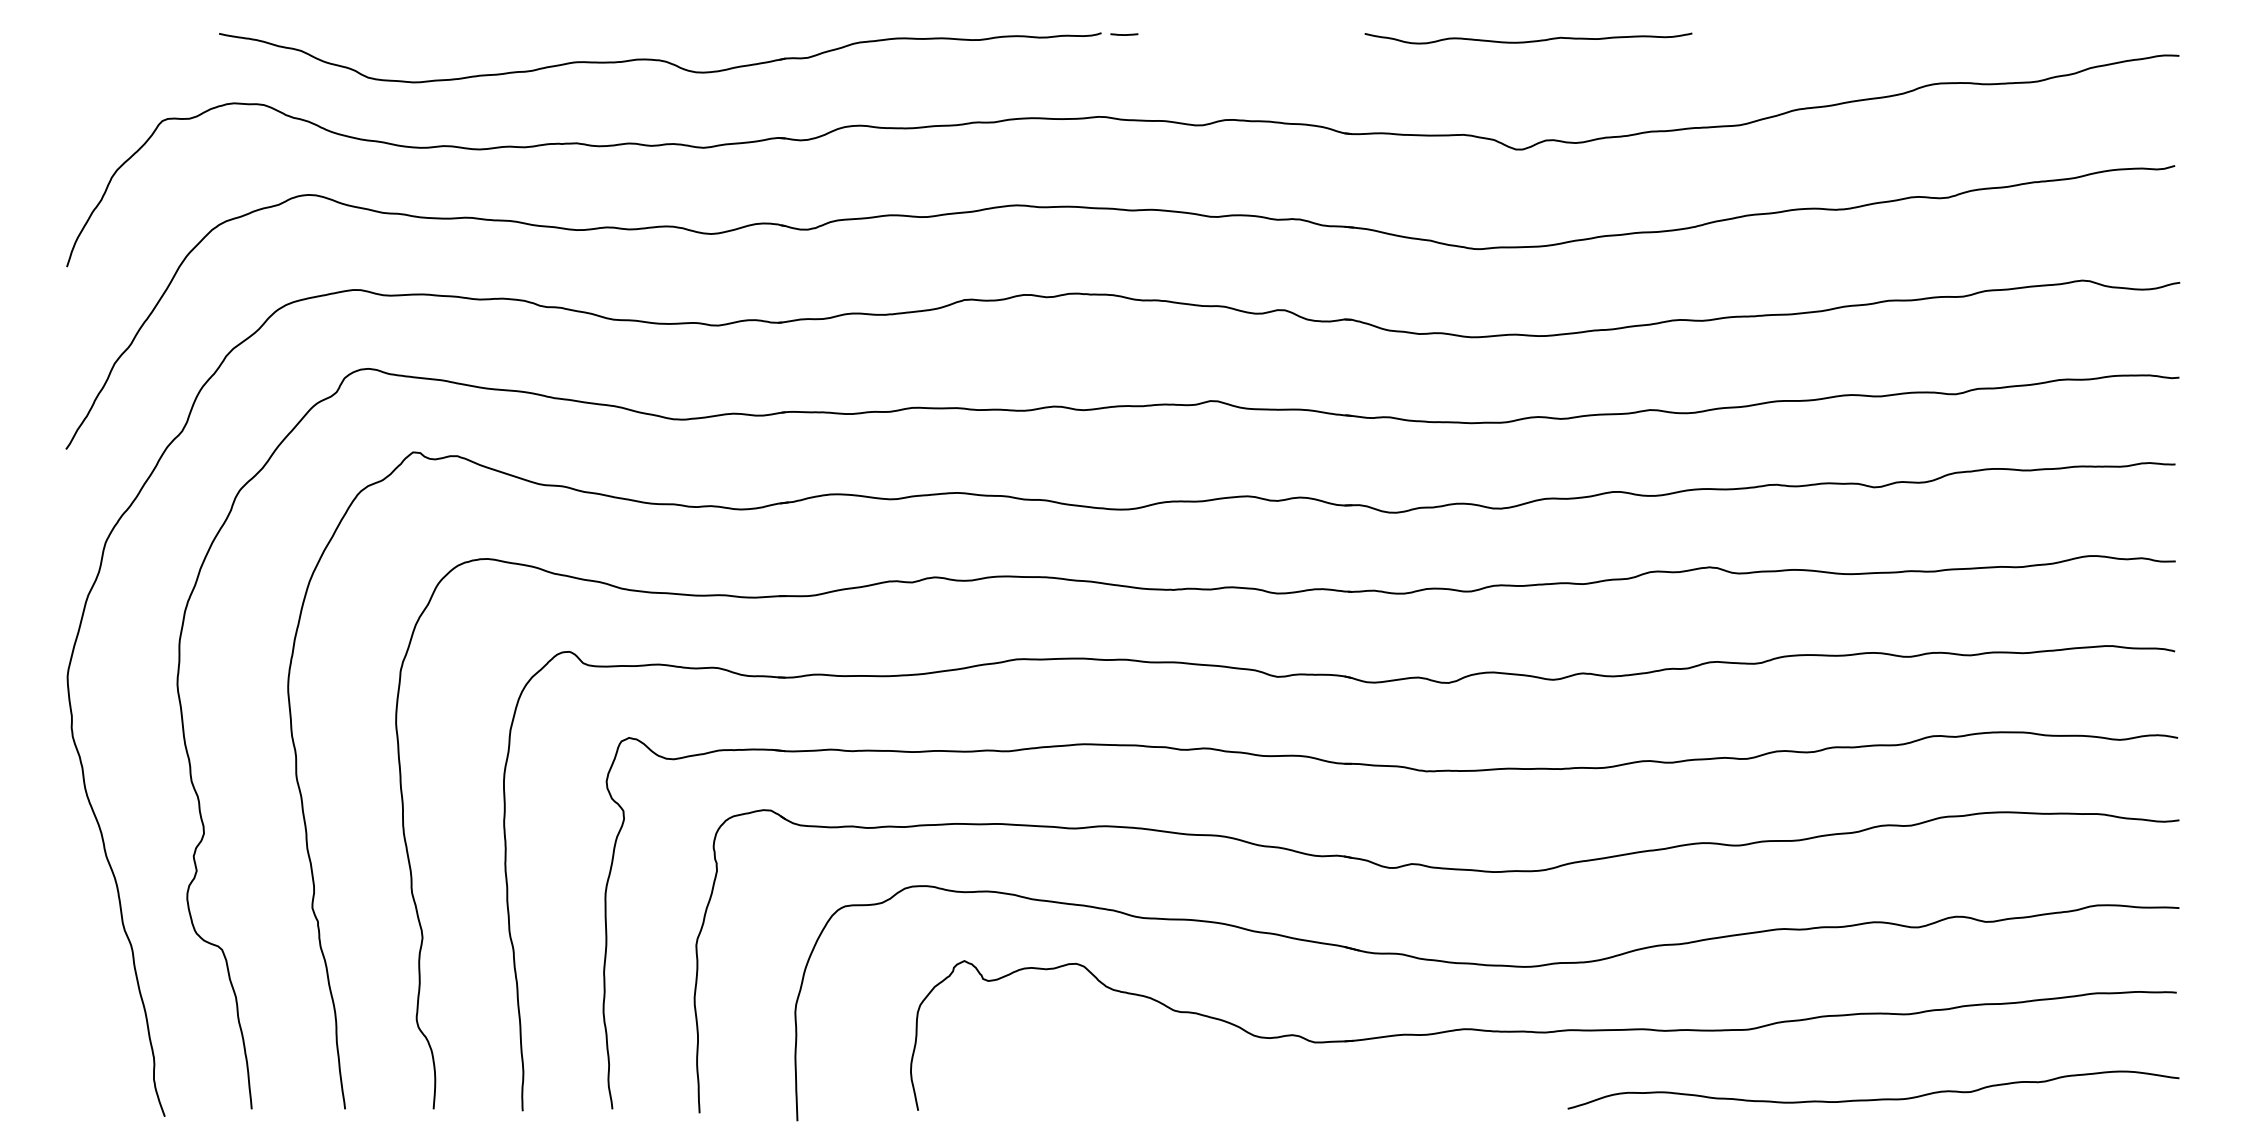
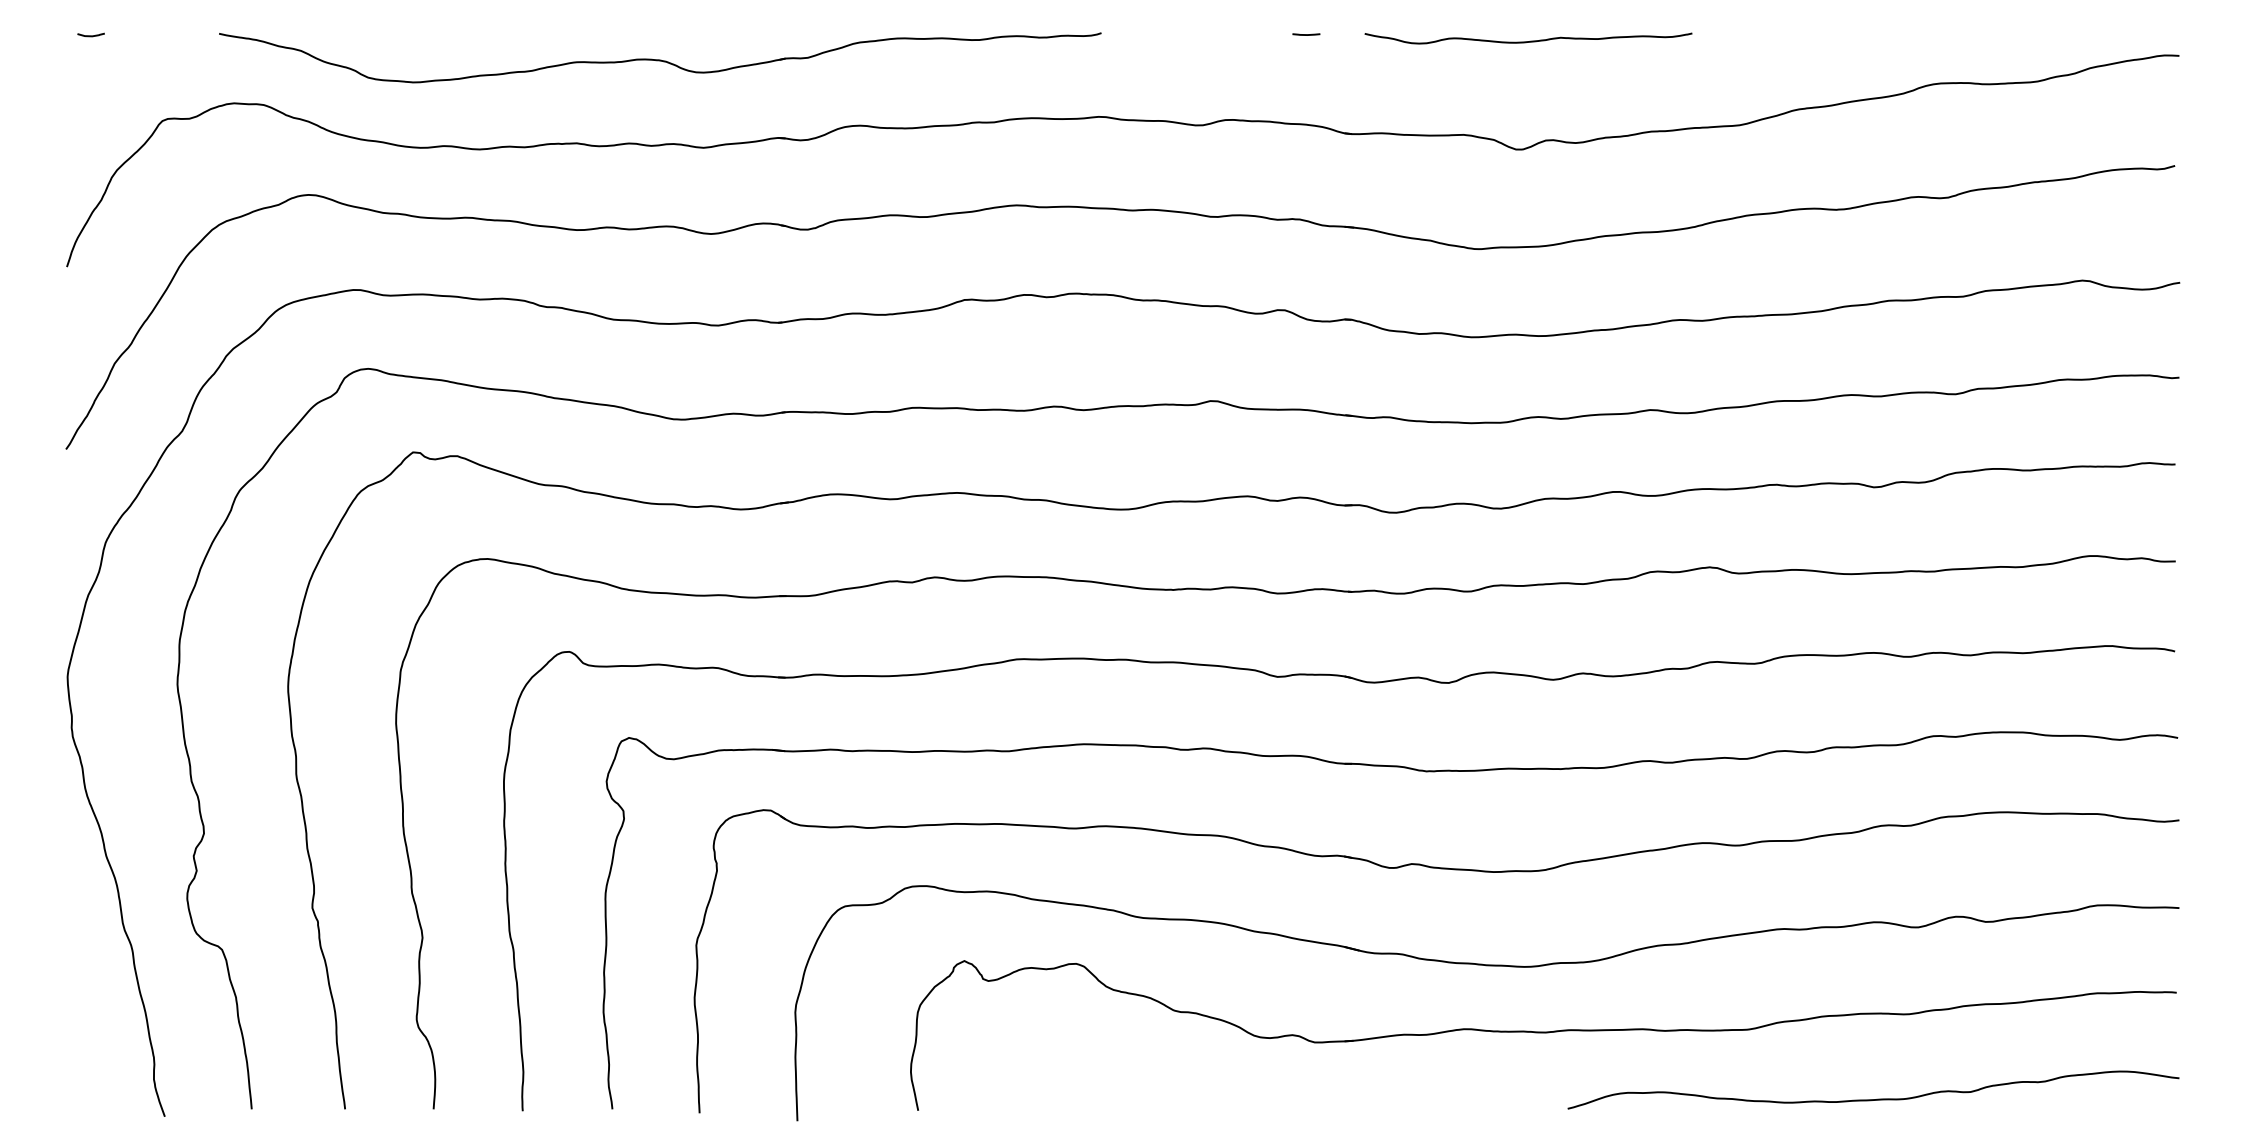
line at (1124, 34) position: (1124, 34) -> (1306, 34)
curve at (90, 35): none -> present
